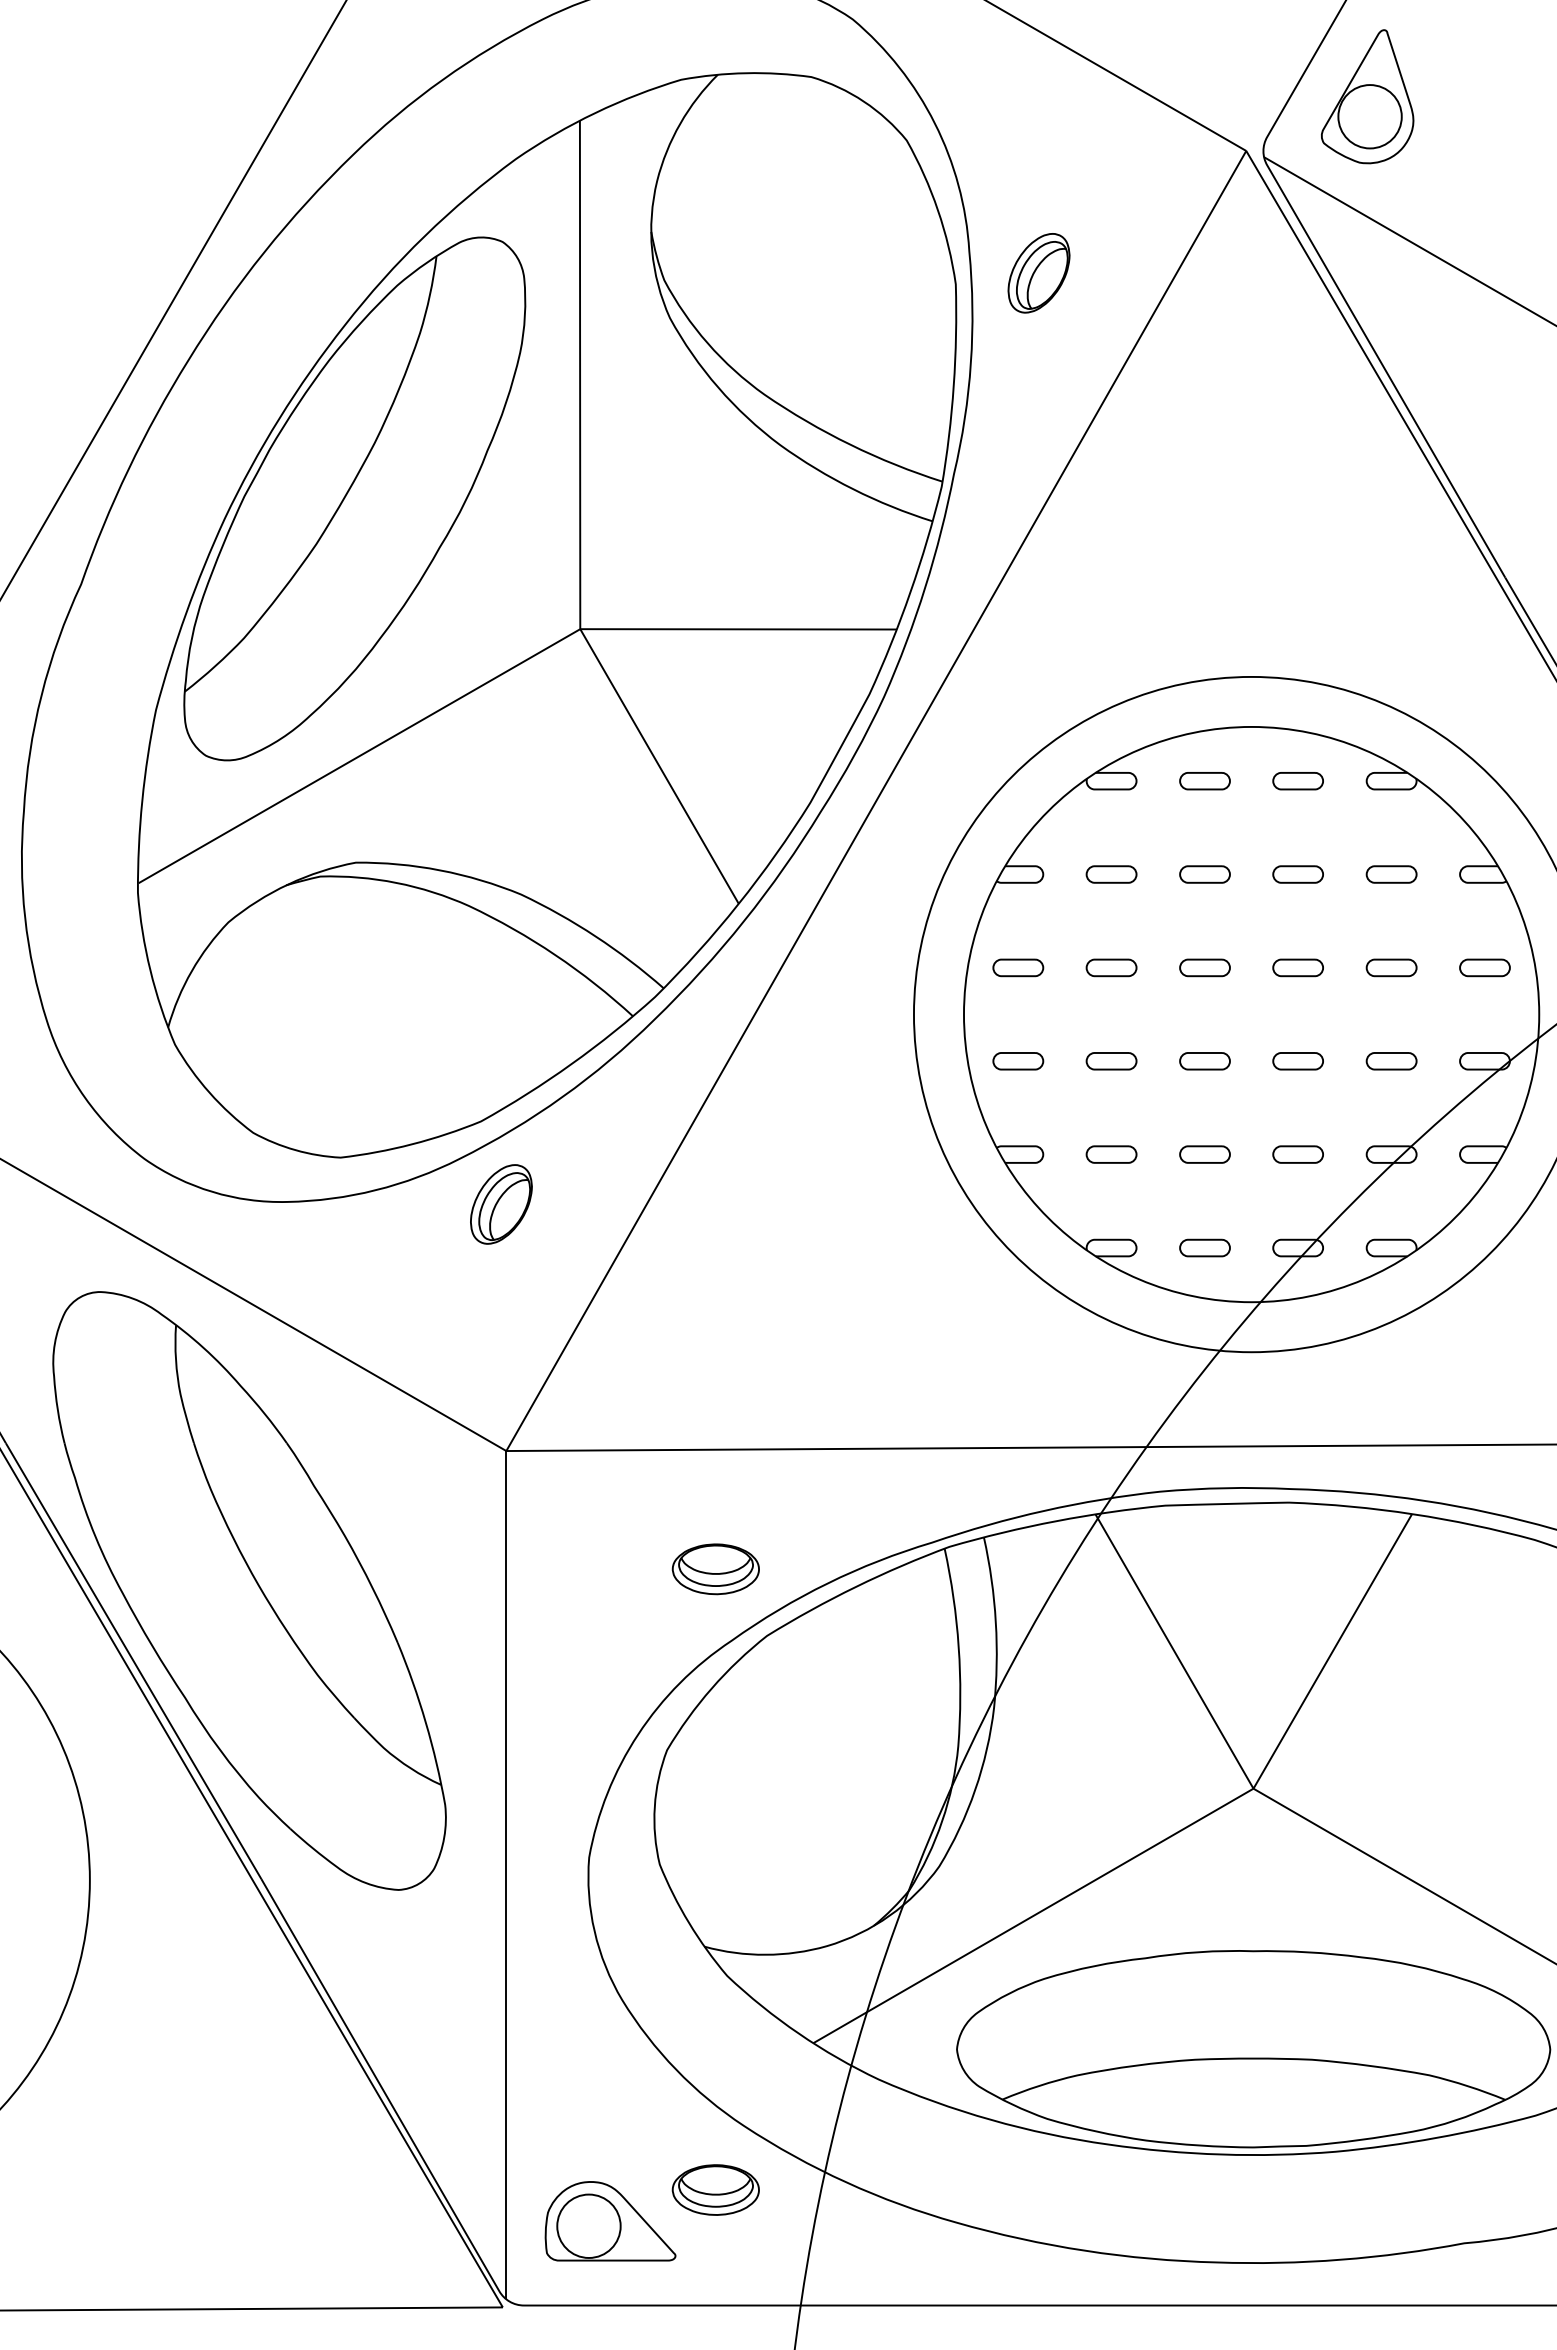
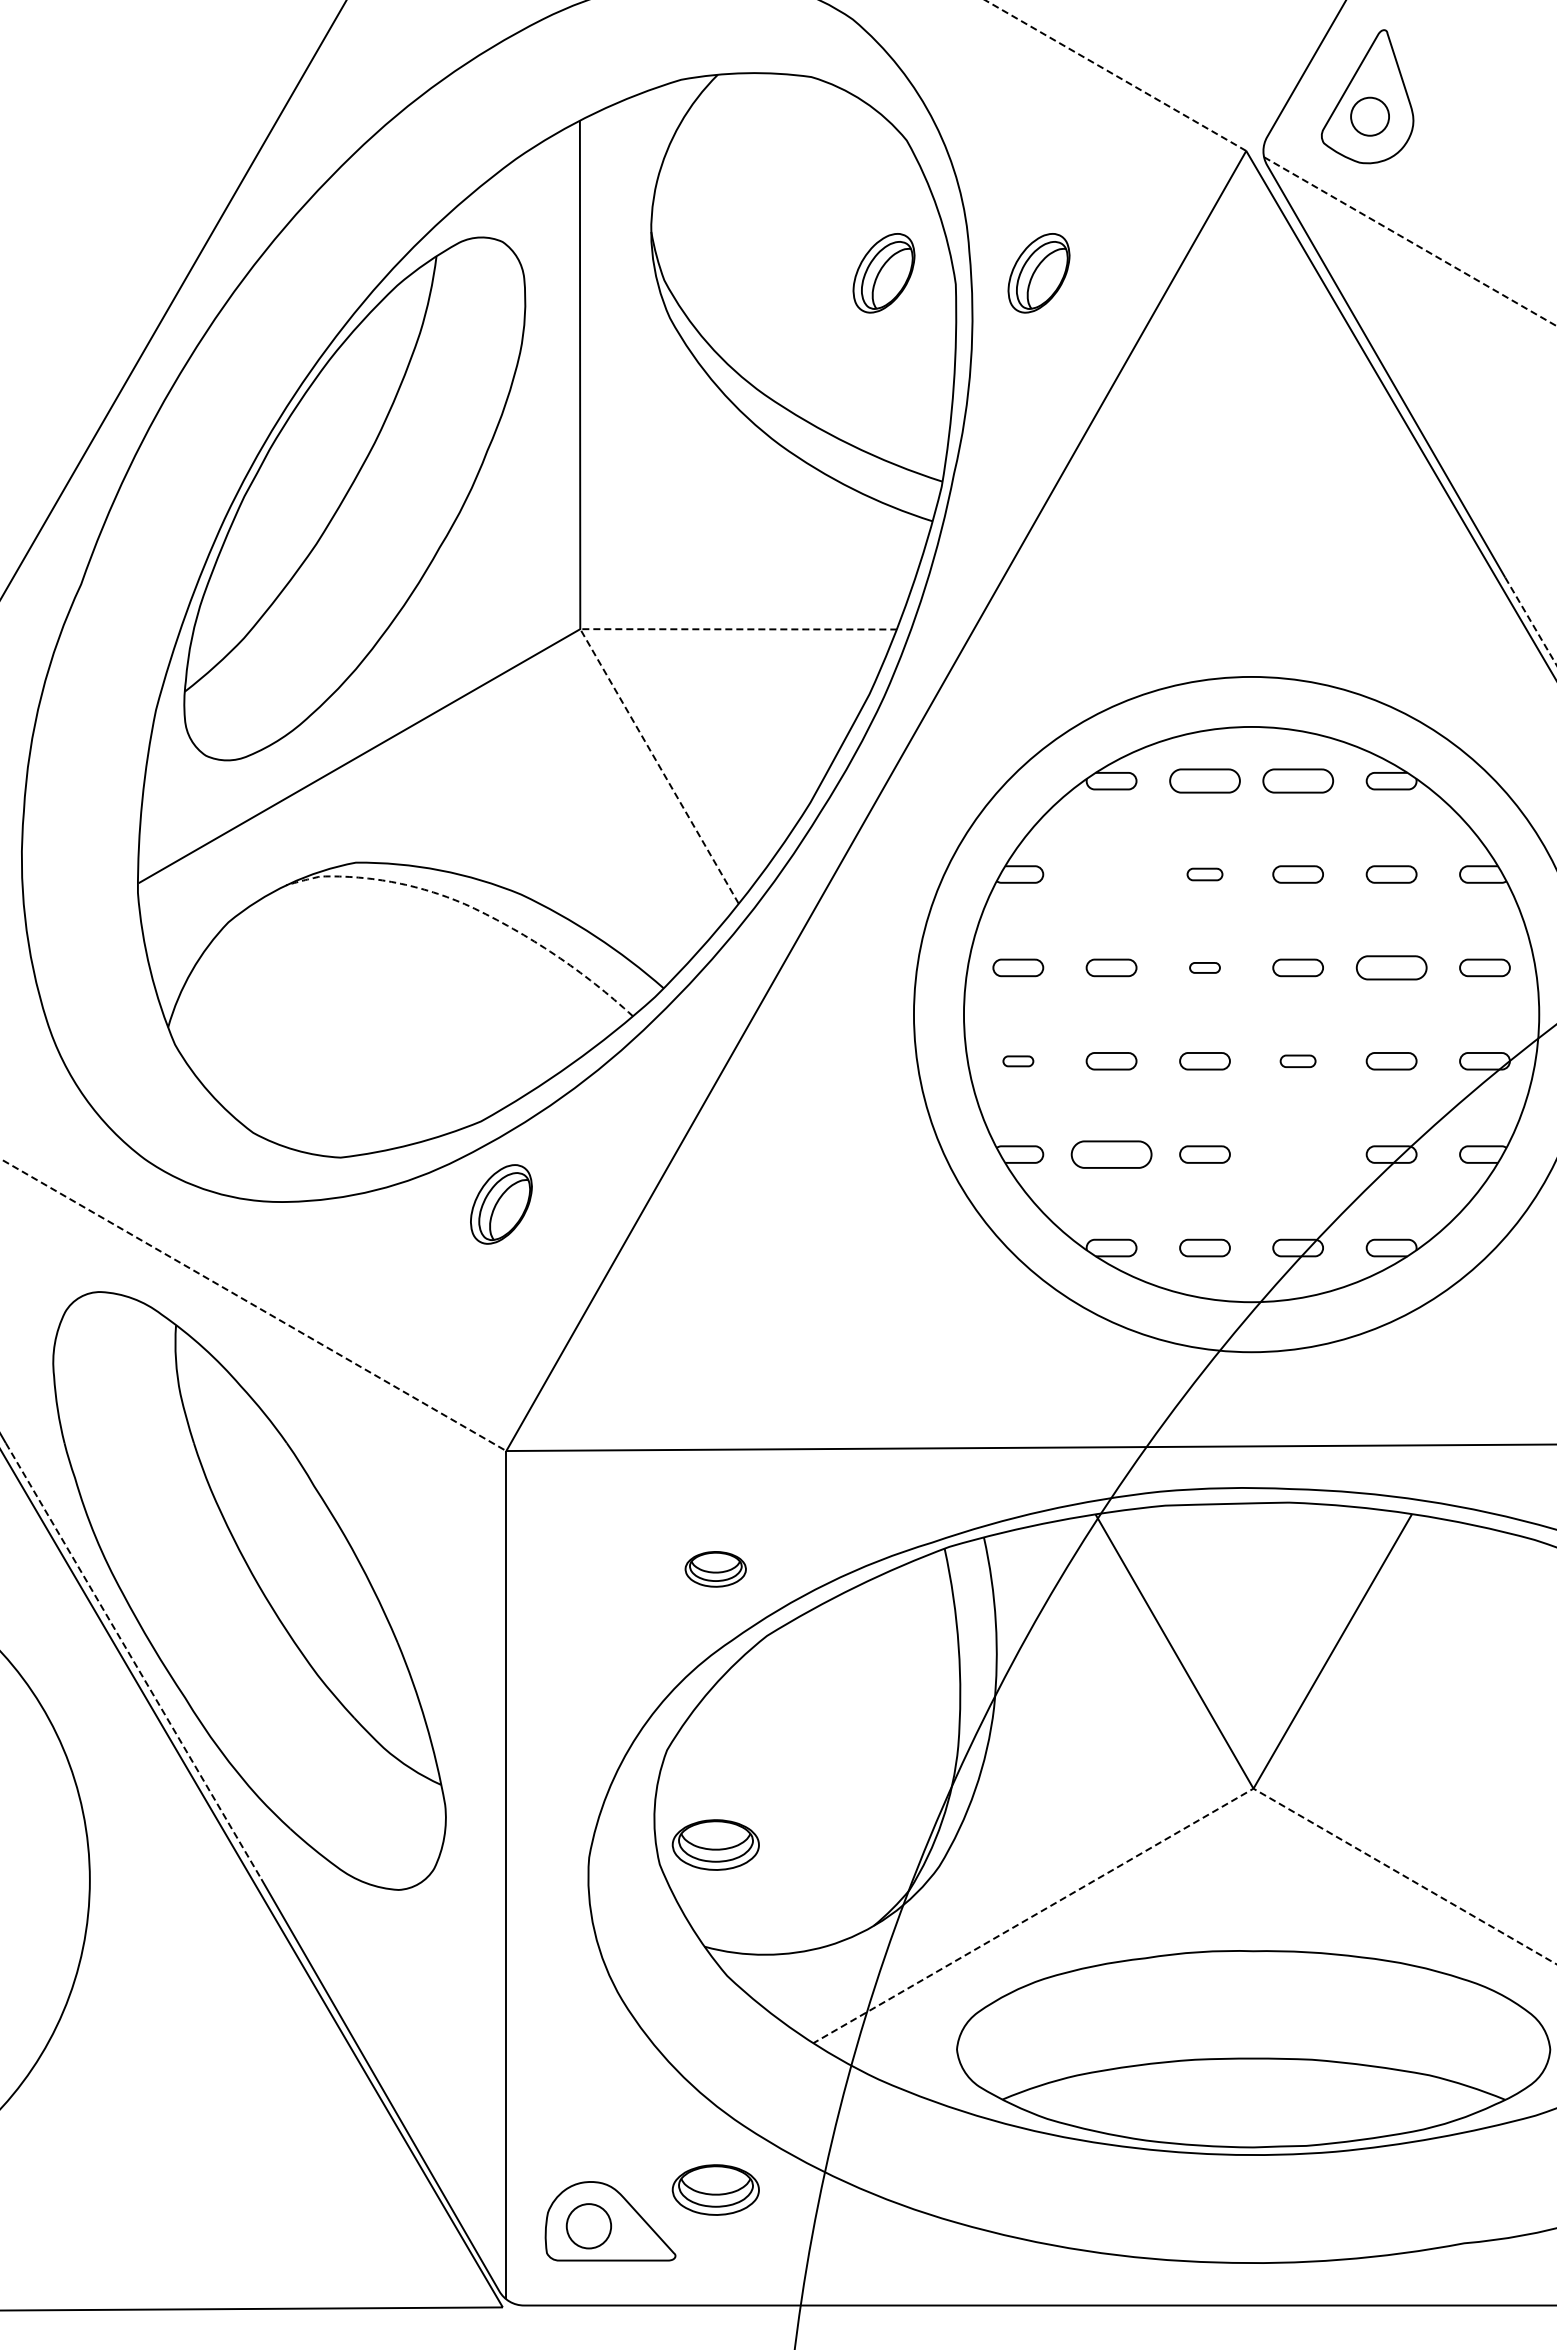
line at (1115, 75): solid -> dashed
circle at (1369, 116) diameter: 63 px -> 38 px
line at (1410, 241): solid -> dashed
part at (883, 273): none -> present
line at (1531, 621): solid -> dashed
line at (580, 629): solid -> dashed
part at (1204, 781) size: 52x19 px -> 72x26 px
part at (1297, 781) size: 52x19 px -> 73x26 px
part at (1111, 874): present -> none
part at (1204, 874) size: 52x19 px -> 38x15 px
line at (469, 906): solid -> dashed
part at (1204, 967) size: 52x20 px -> 32x12 px
part at (1391, 967) size: 53x20 px -> 73x26 px
part at (1018, 1061) size: 53x19 px -> 33x13 px
part at (1297, 1061) size: 52x19 px -> 38x14 px
part at (1111, 1154) size: 53x19 px -> 83x29 px
part at (1297, 1154): present -> none
line at (253, 1305): solid -> dashed
part at (715, 1569) size: 89x53 px -> 63x37 px
line at (133, 1661): solid -> dashed
line at (1185, 1828): solid -> dashed
part at (715, 1844): none -> present
circle at (588, 2225) diameter: 63 px -> 44 px
